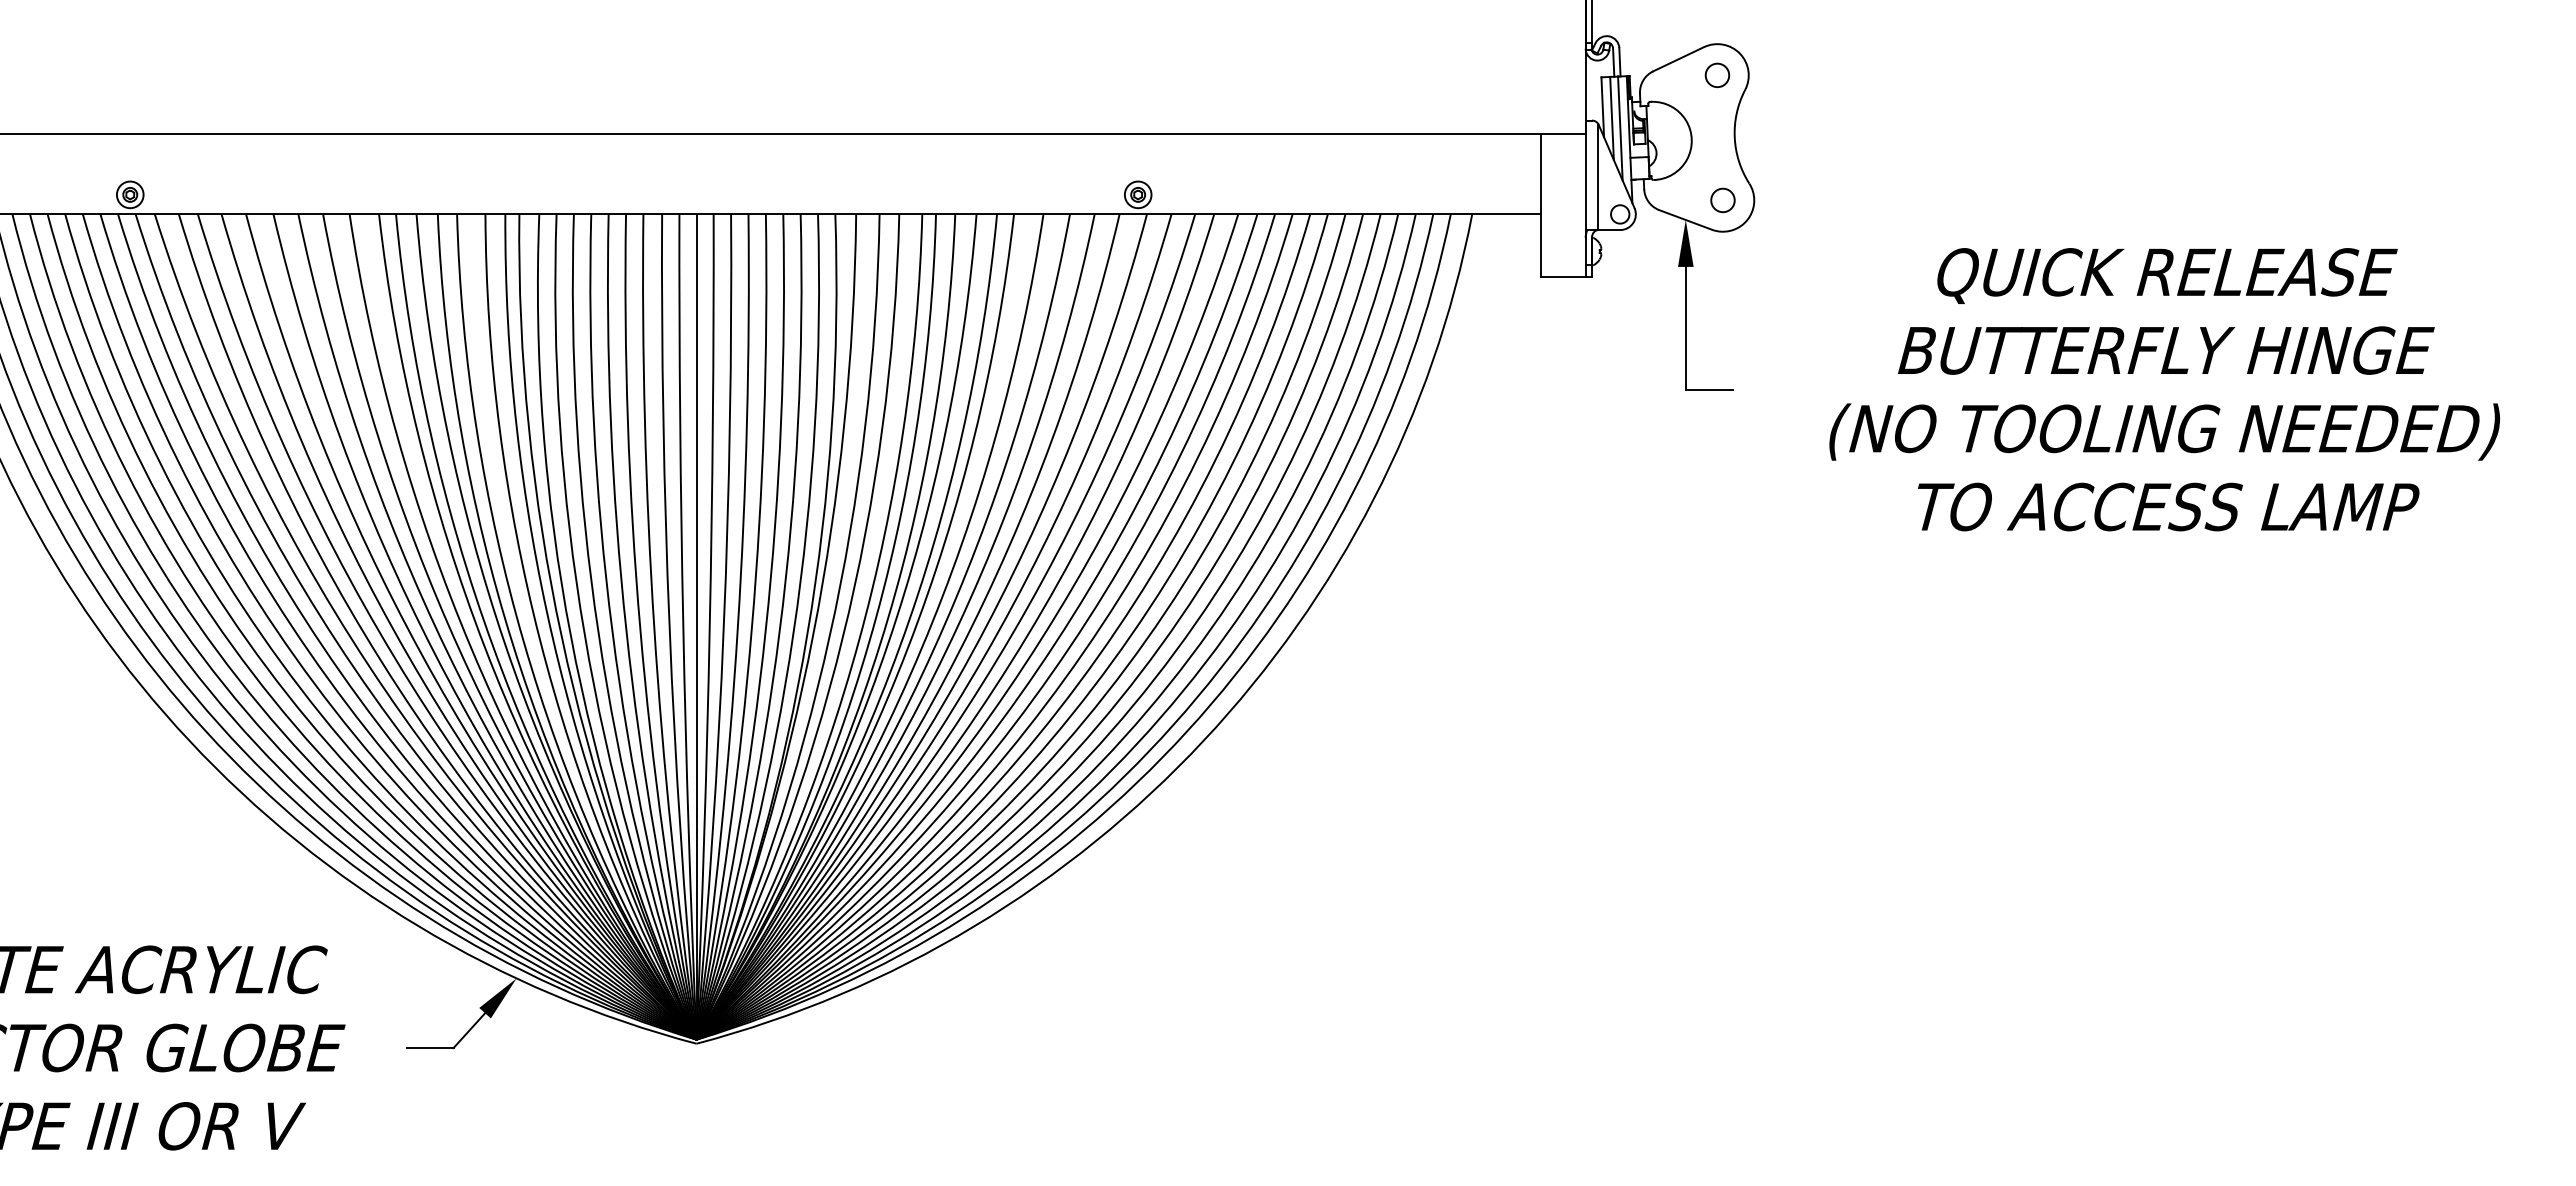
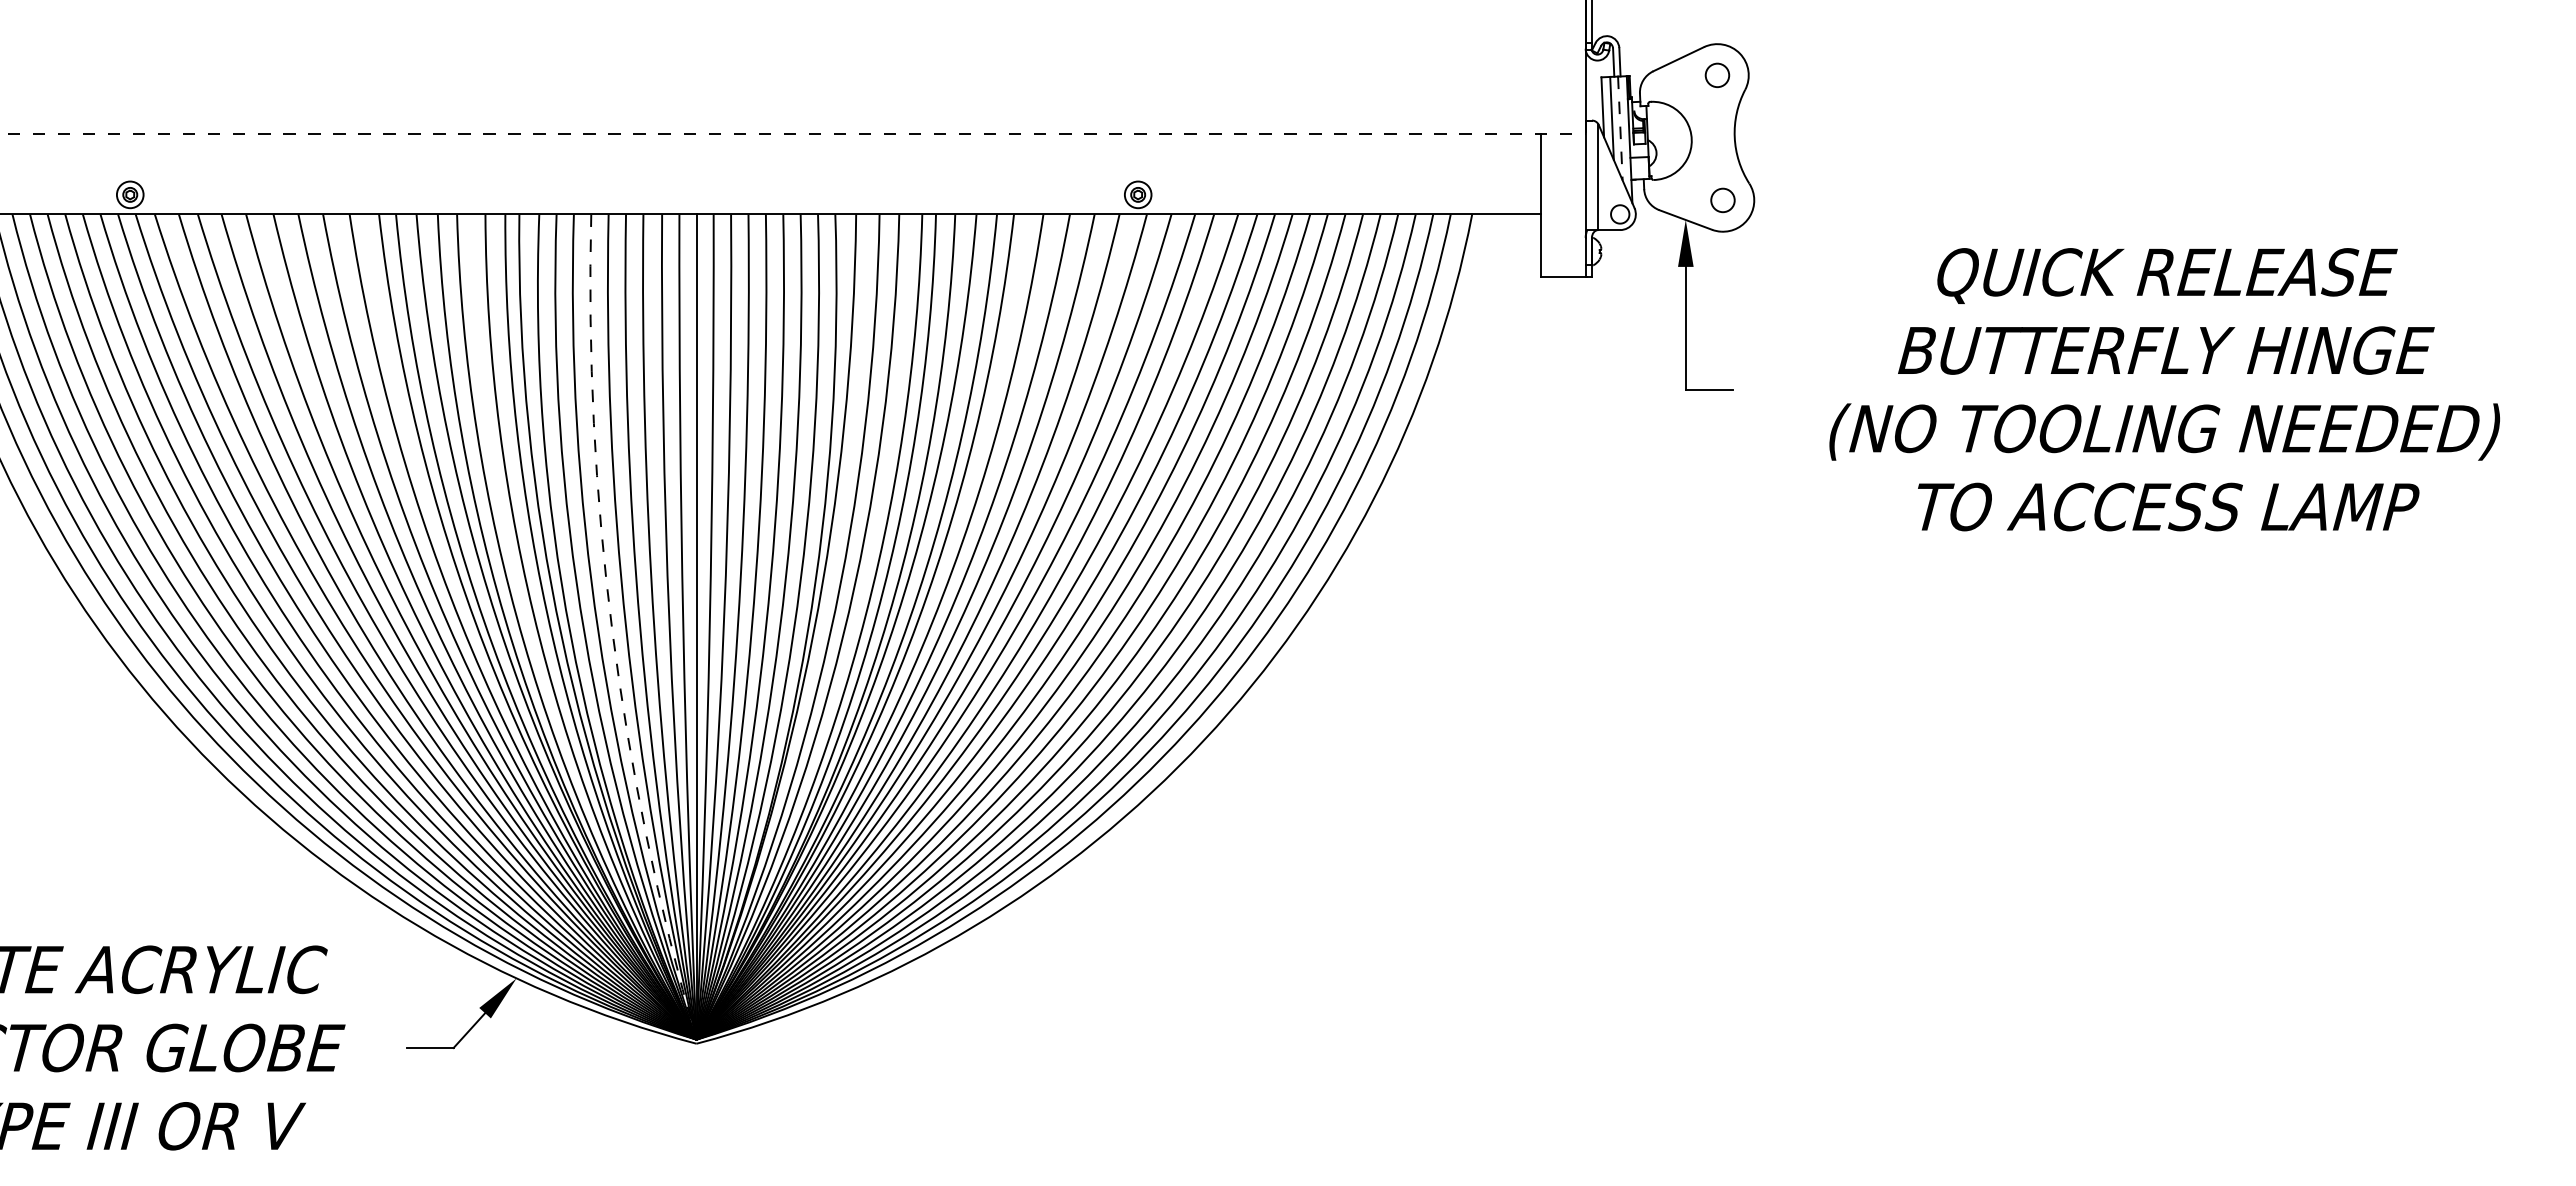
line at (1620, 129): solid -> dashed
line at (793, 134): solid -> dashed
arc at (612, 631): solid -> dashed
